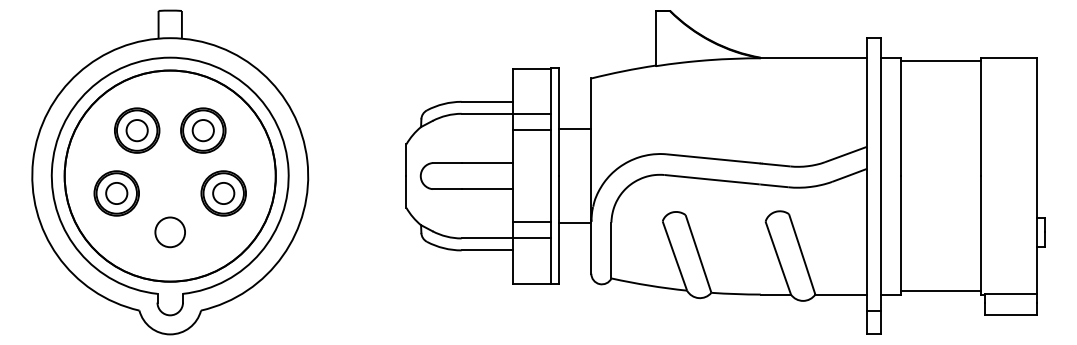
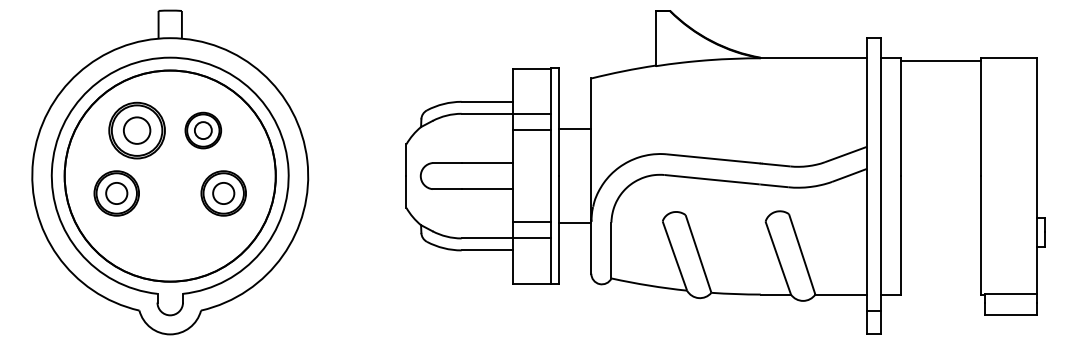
part at (137, 130) size: 47x47 px -> 58x59 px
part at (203, 130) size: 47x47 px -> 39x39 px
circle at (169, 232): present -> none
line at (941, 290): present -> none
